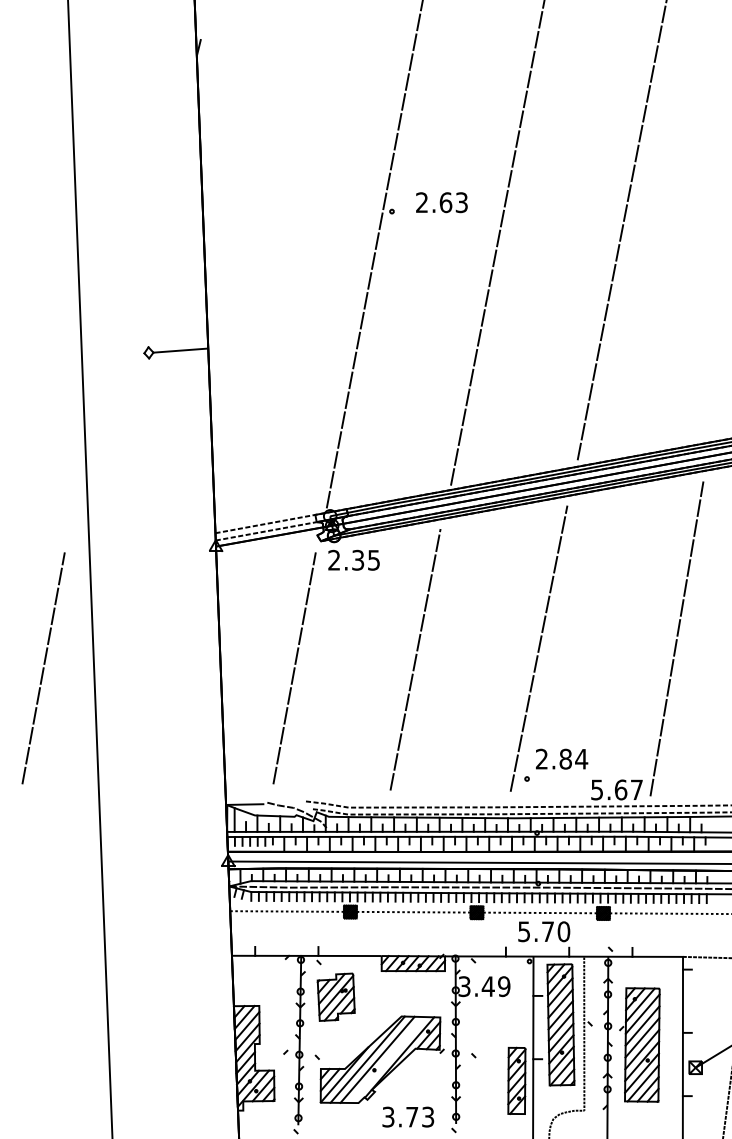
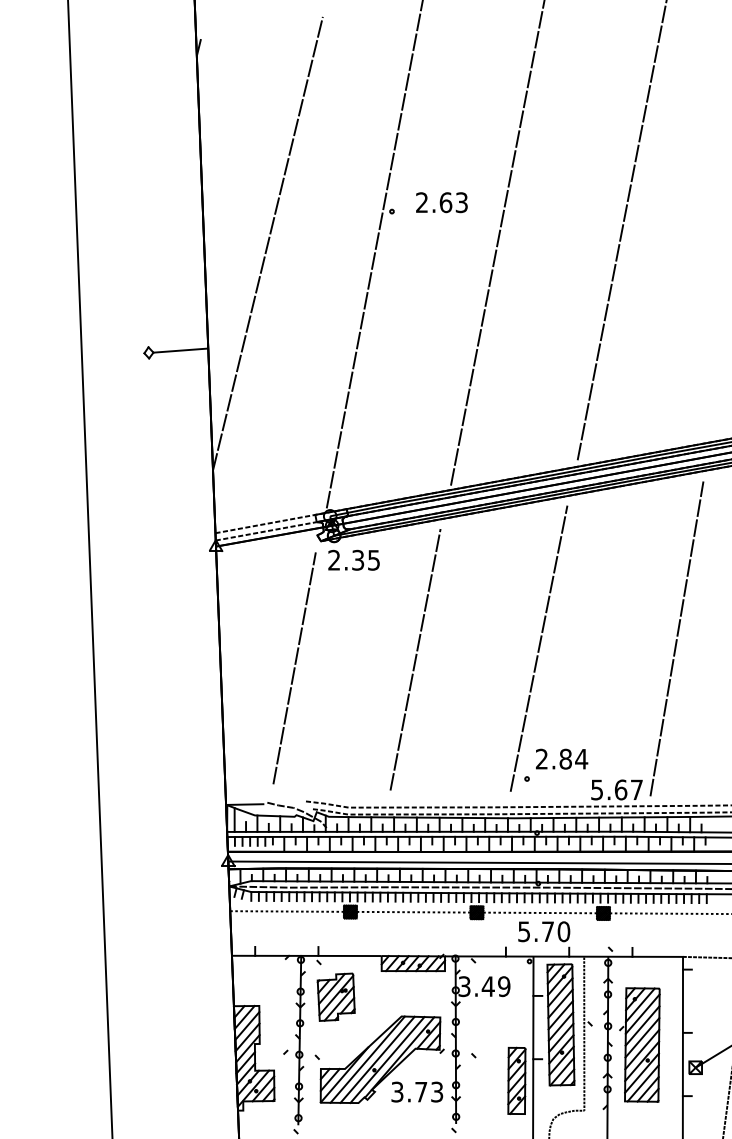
line at (267, 243): none -> present
line at (43, 668): present -> none
line at (387, 1059): none -> present
text at (408, 1116) position: (408, 1116) -> (417, 1091)
